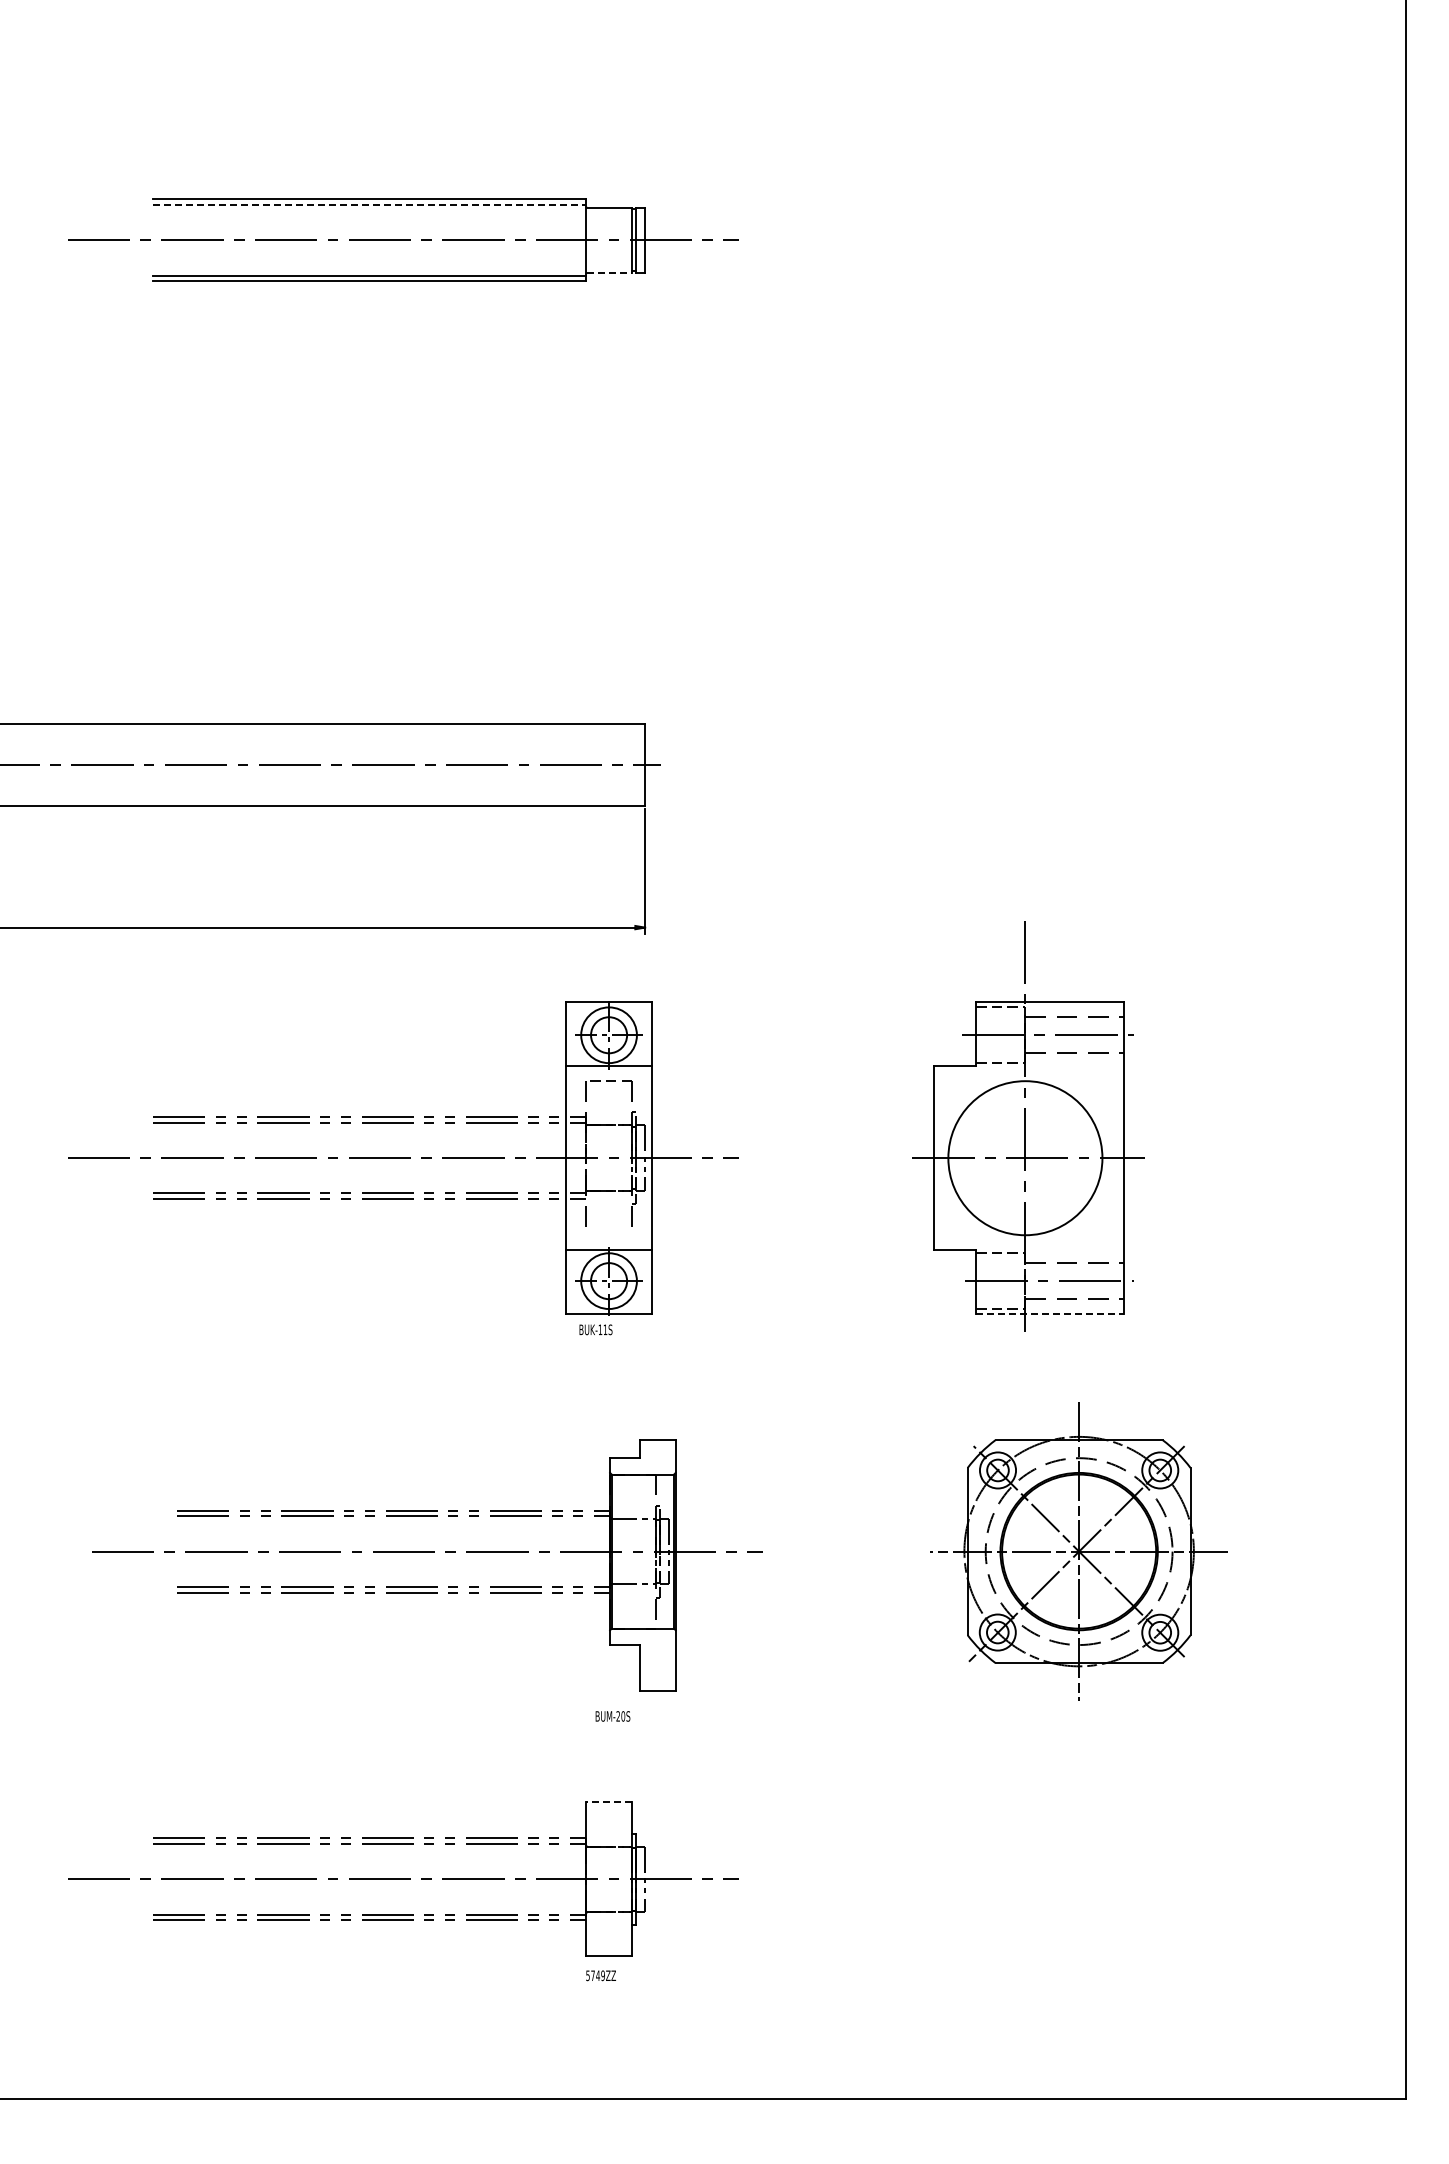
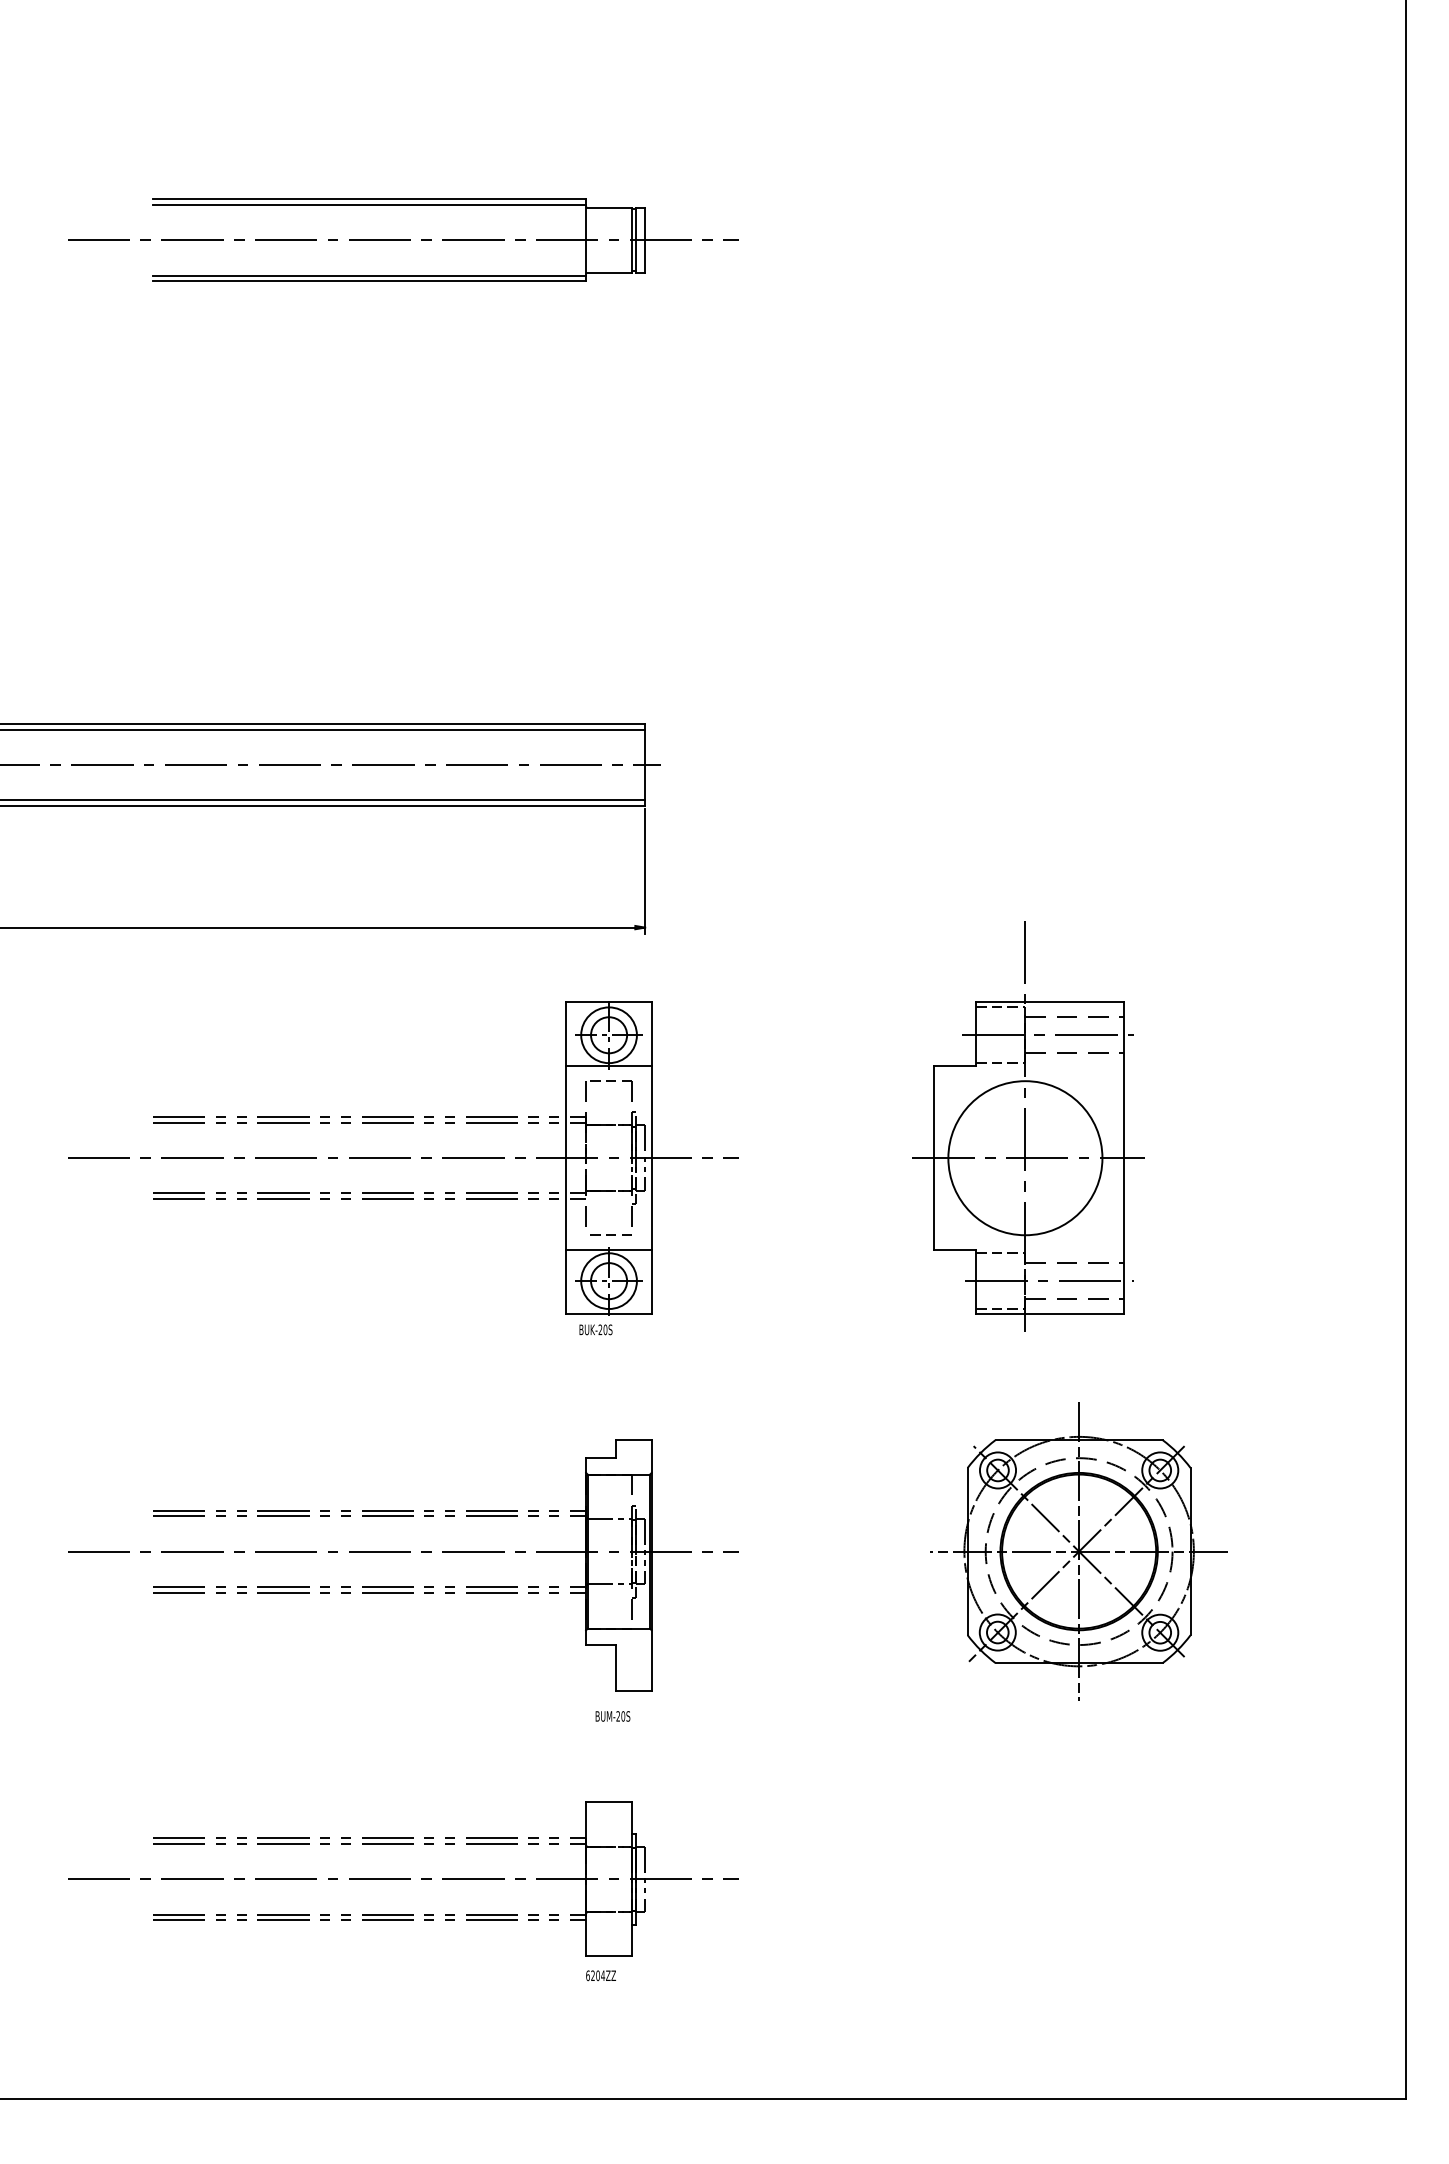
line at (370, 205): dashed -> solid
line at (610, 273): dashed -> solid
line at (323, 729): none -> present
line at (323, 800): none -> present
line at (610, 1234): none -> present
line at (1049, 1313): dashed -> solid
text at (602, 1329): BUK-11S -> BUK-20S
part at (427, 1552) position: (427, 1552) -> (403, 1552)
line at (609, 1802): dashed -> solid
text at (595, 1975): 5749ZZ -> 6204ZZ
